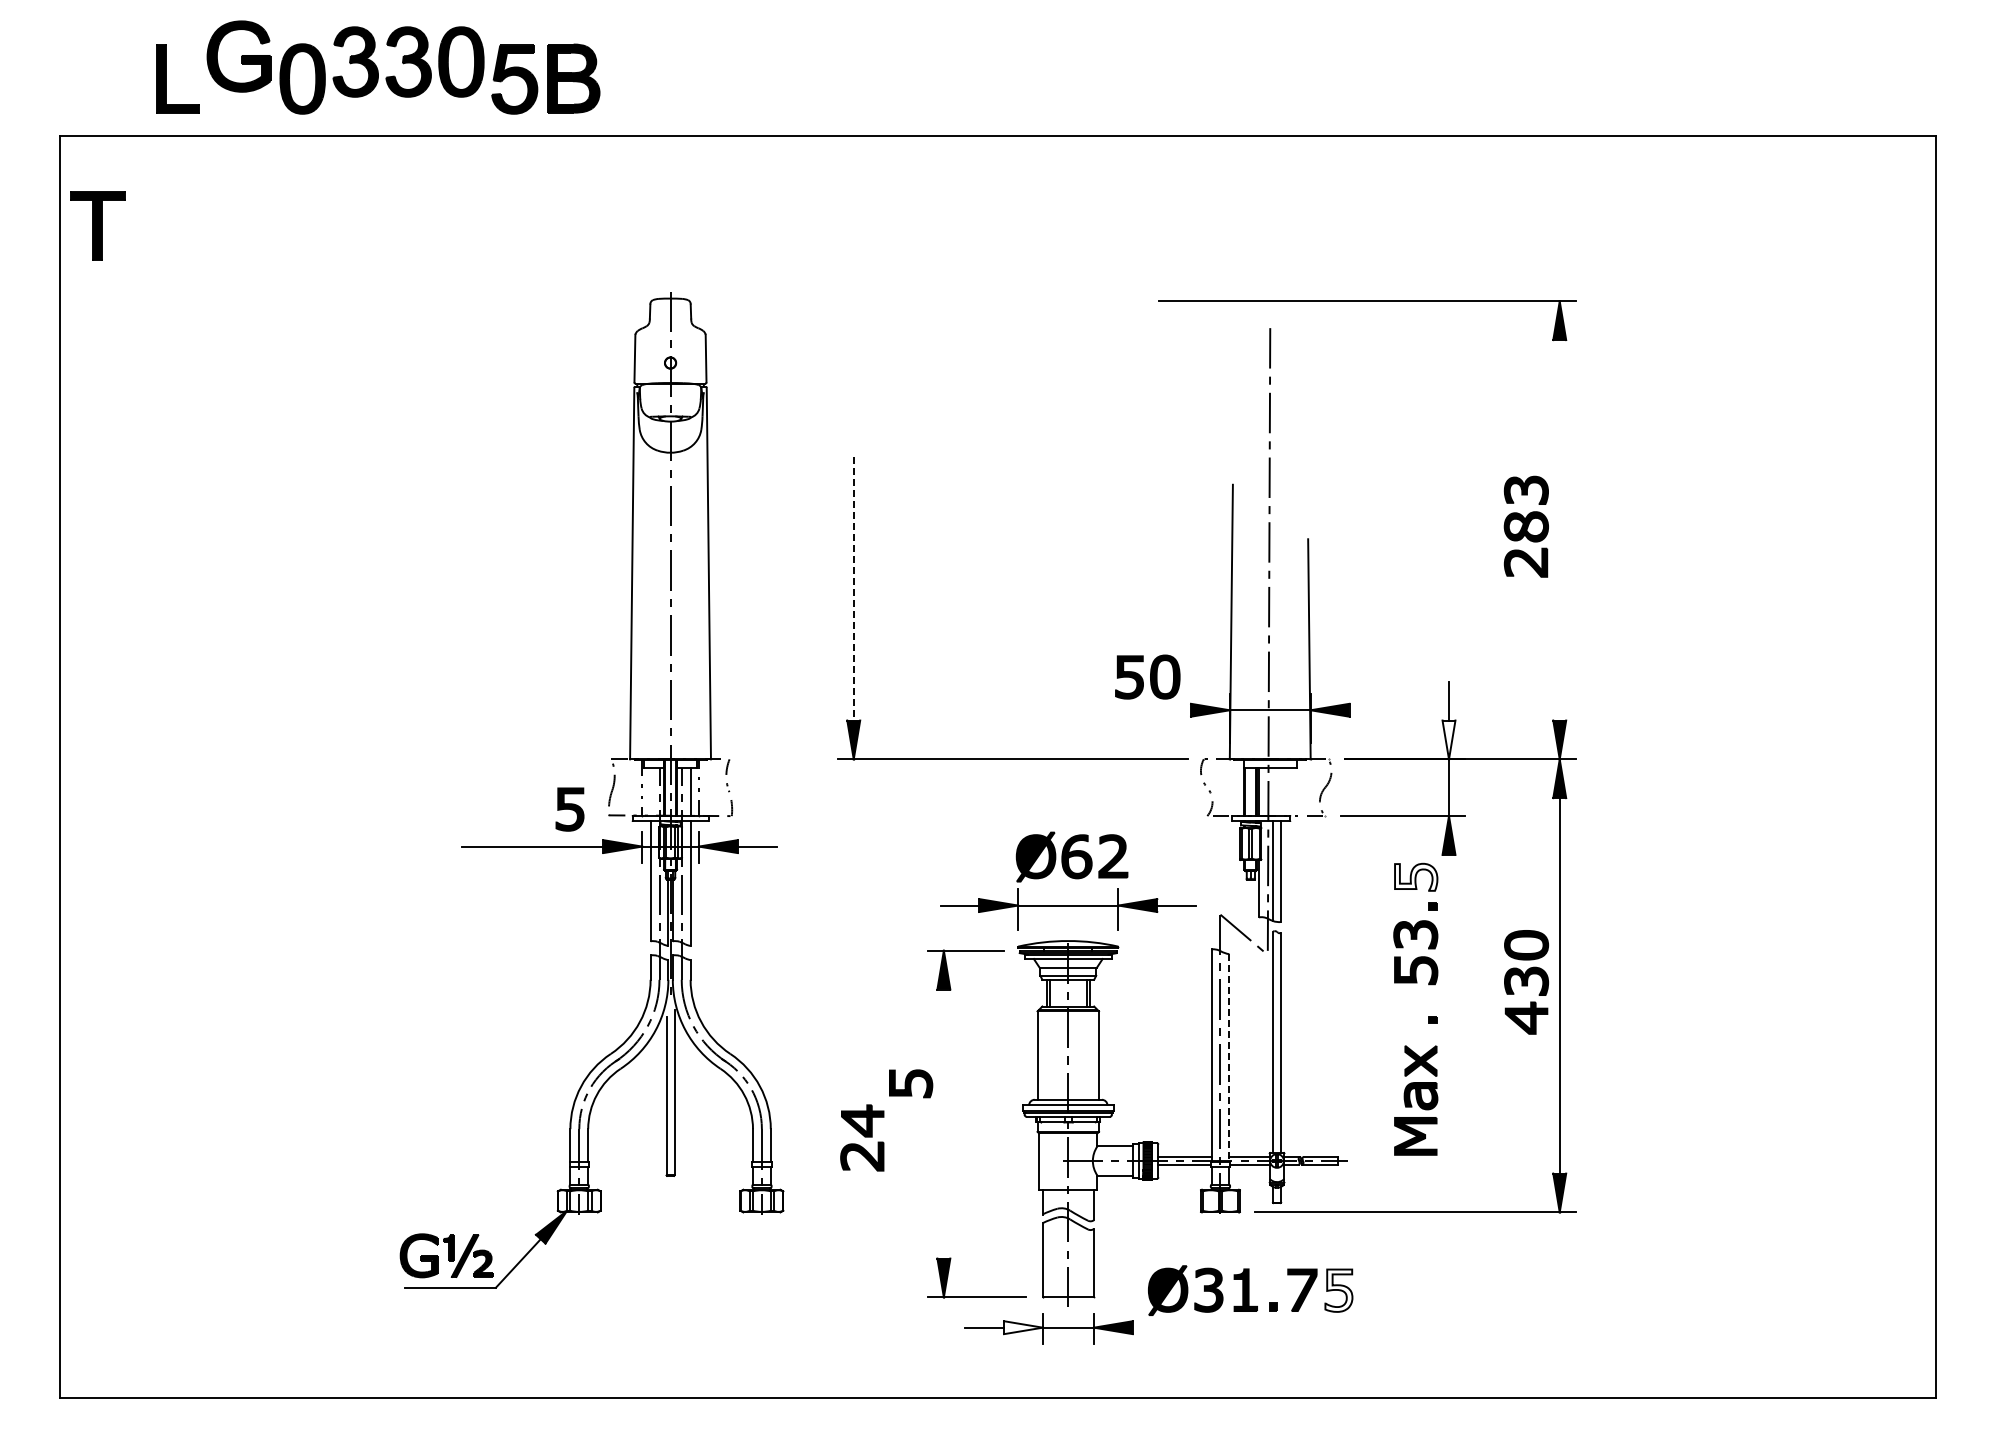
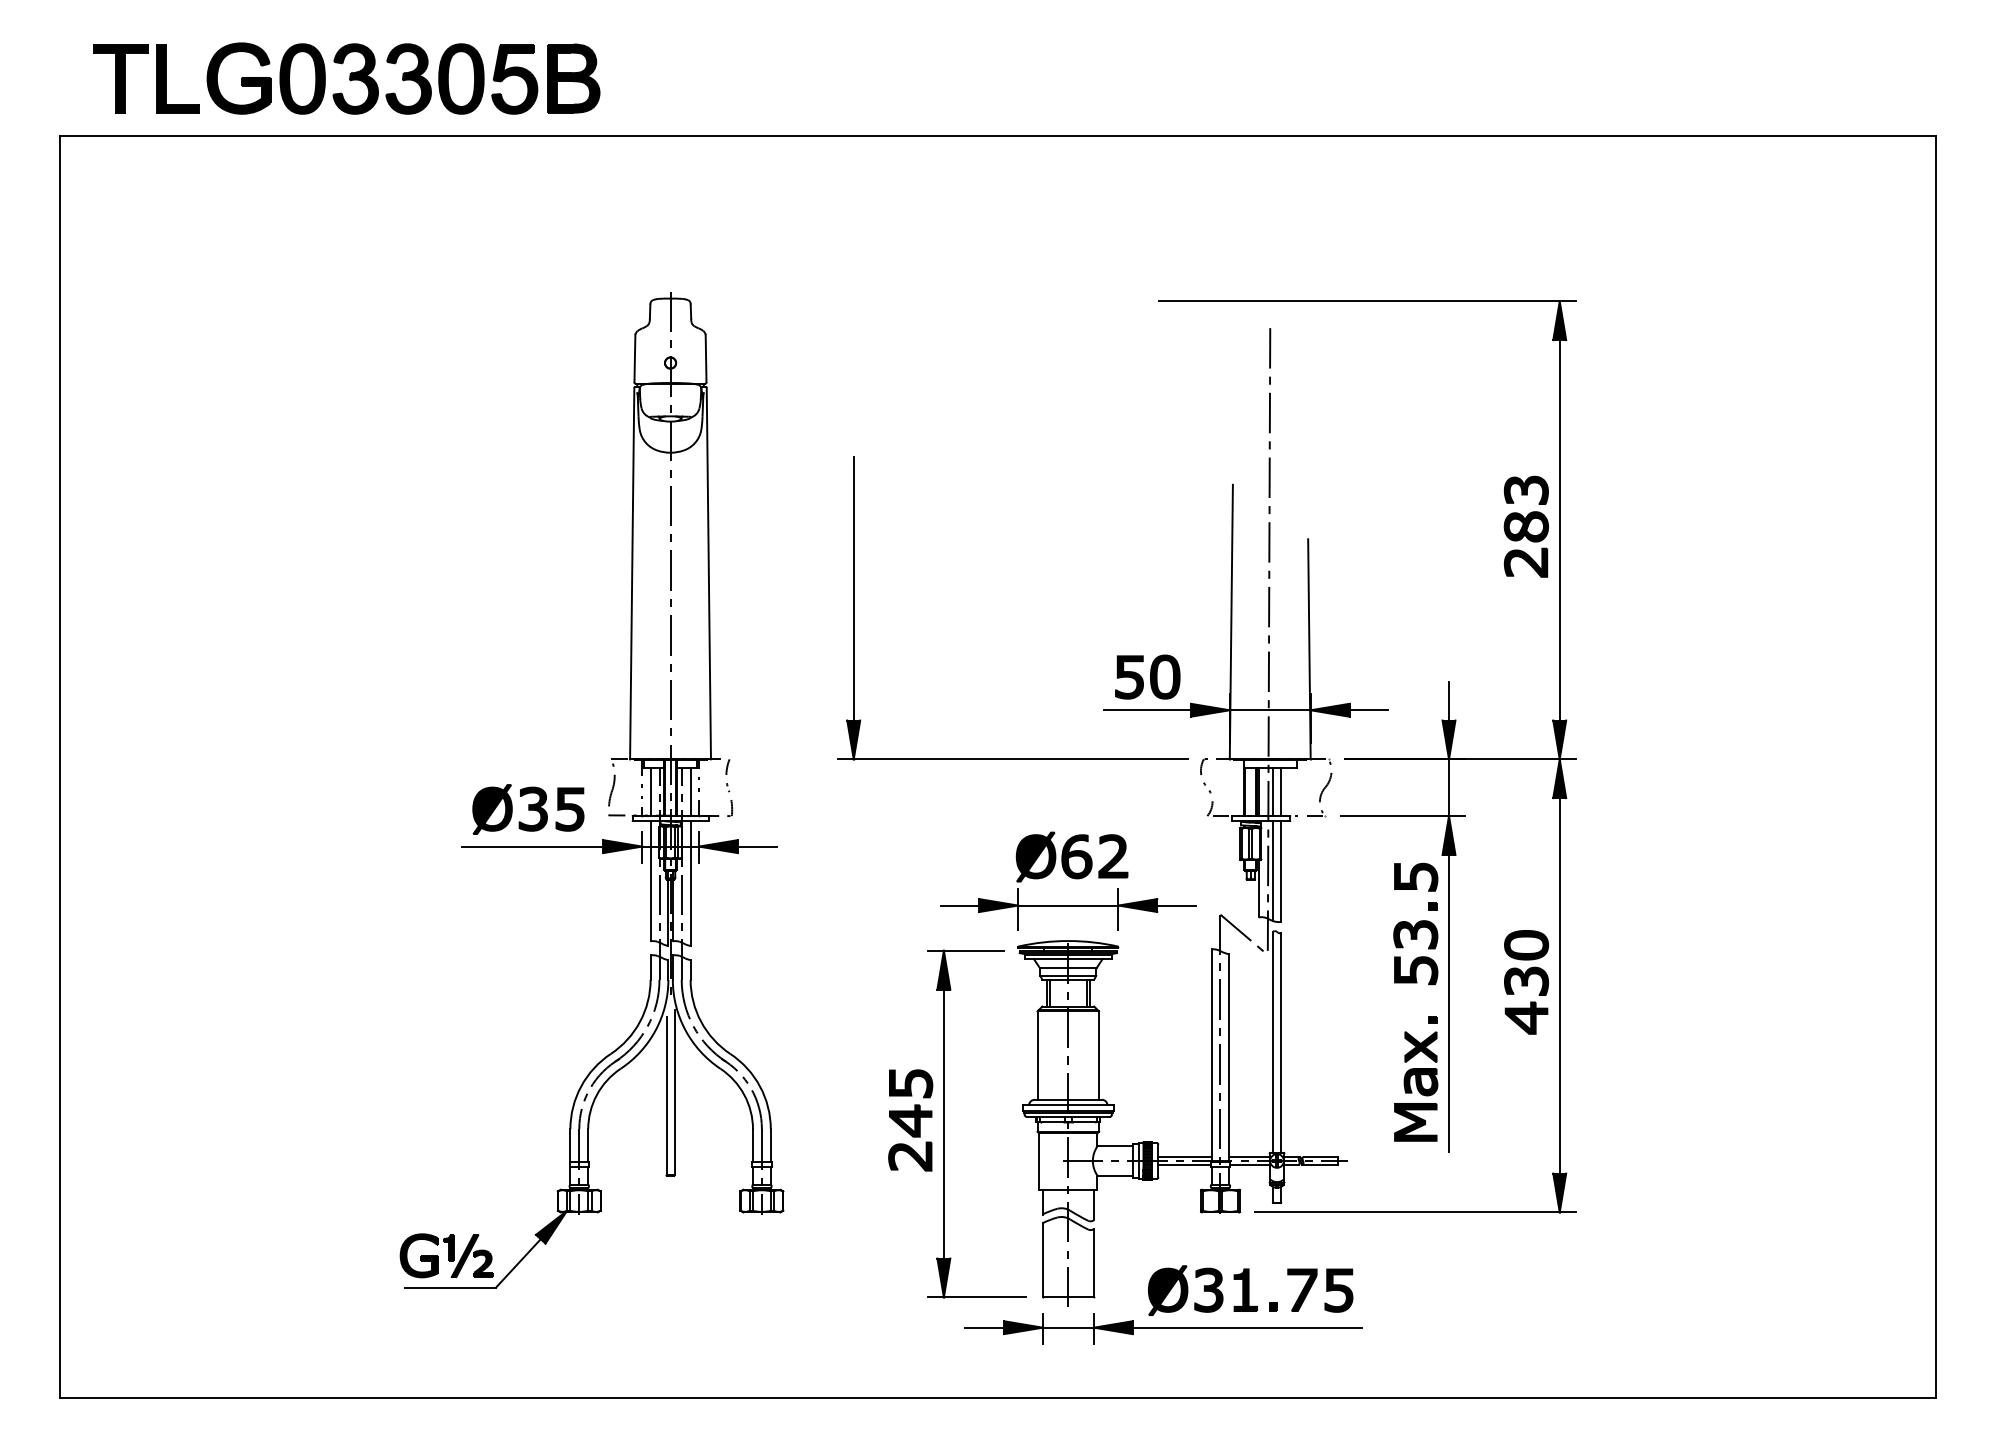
part at (238, 56) position: (238, 56) -> (238, 78)
part at (408, 61) position: (408, 61) -> (408, 78)
part at (97, 225) position: (97, 225) -> (120, 78)
line at (1559, 530): none -> present
line at (853, 588): dashed -> solid
line at (1147, 710): none -> present
line at (1368, 710): none -> present
fill at (1448, 739): none -> present
line at (650, 791): none -> present
line at (1273, 791): none -> present
line at (1281, 791): none -> present
part at (509, 809): none -> present
fill at (1416, 876): none -> present
line at (1449, 1003): none -> present
line at (1229, 1058): dashed -> solid
part at (1416, 1100) position: (1416, 1100) -> (1416, 1086)
line at (943, 1123): none -> present
part at (862, 1137) position: (862, 1137) -> (910, 1137)
fill at (1338, 1290): none -> present
fill at (1023, 1327): none -> present
line at (1246, 1327): none -> present
